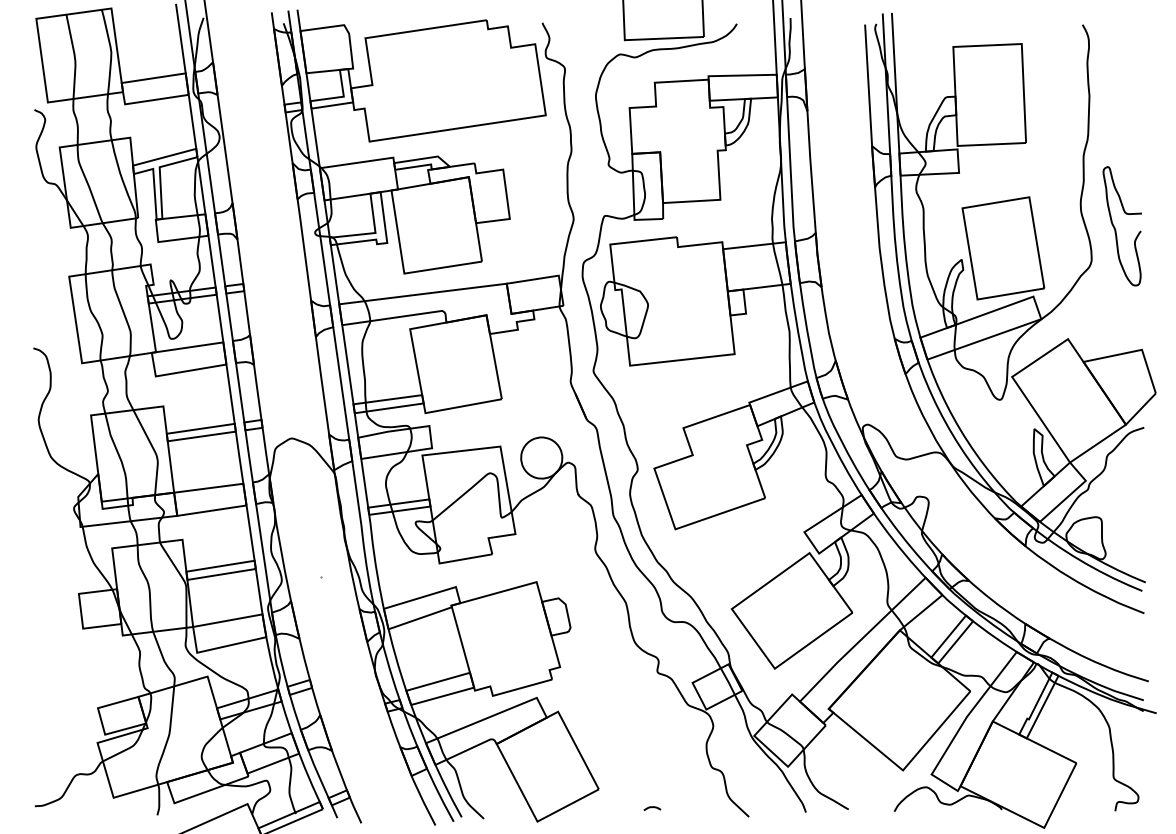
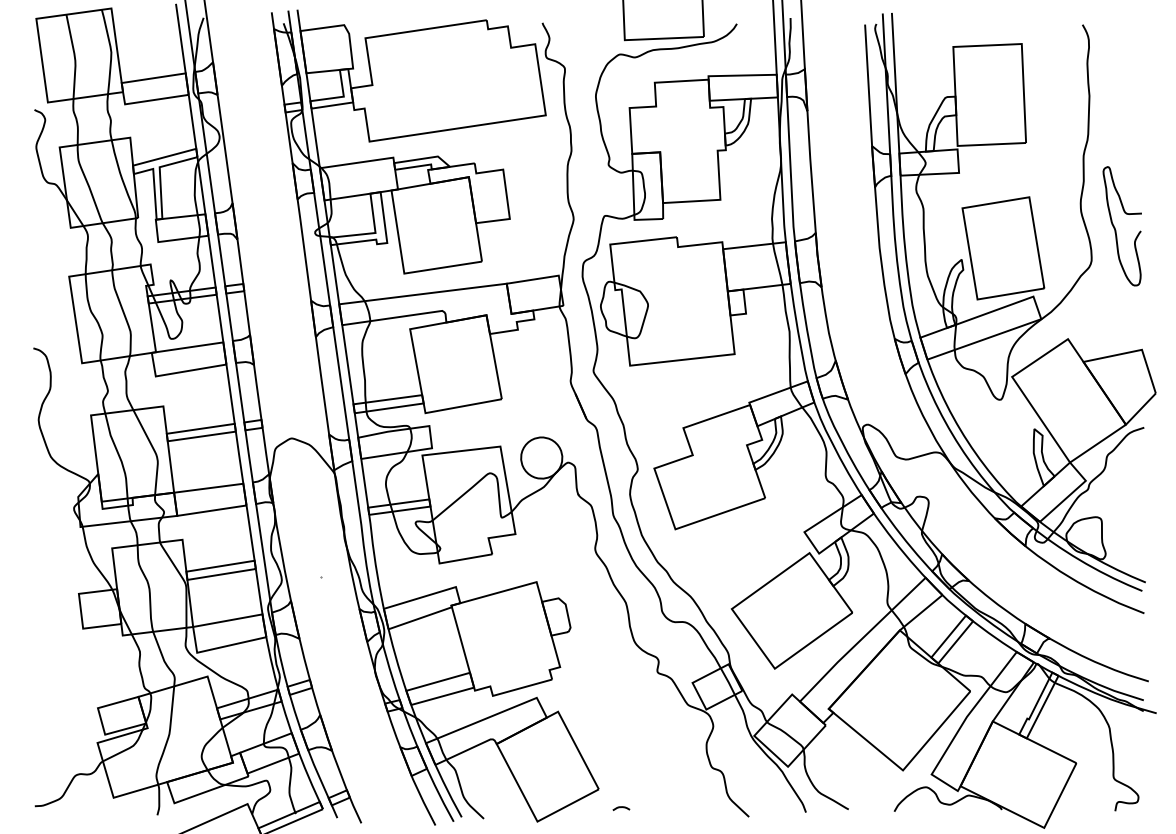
curve at (652, 807) position: (652, 807) -> (621, 807)
